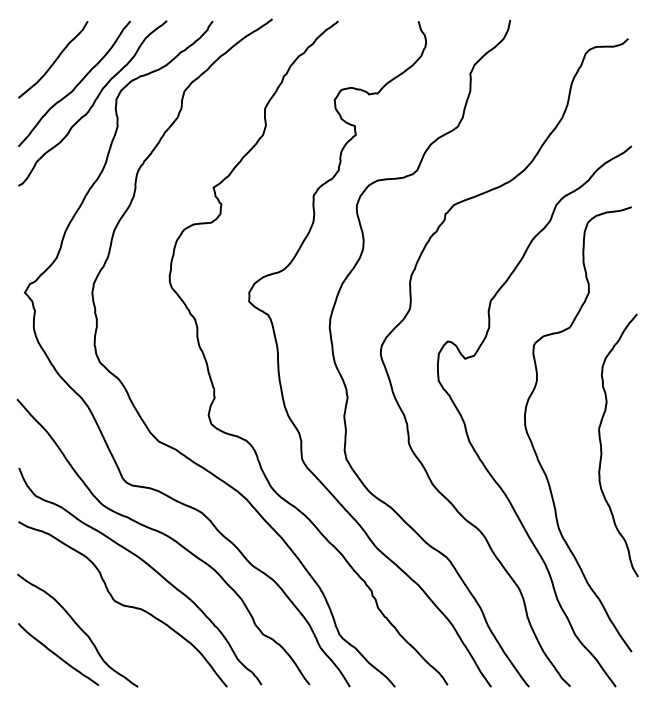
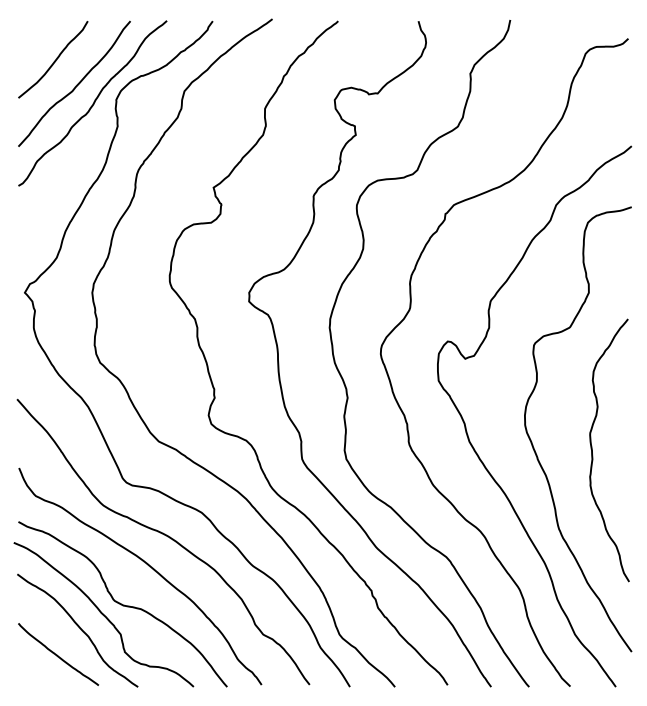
curve at (602, 450) position: (602, 450) -> (593, 455)
curve at (103, 614): none -> present
